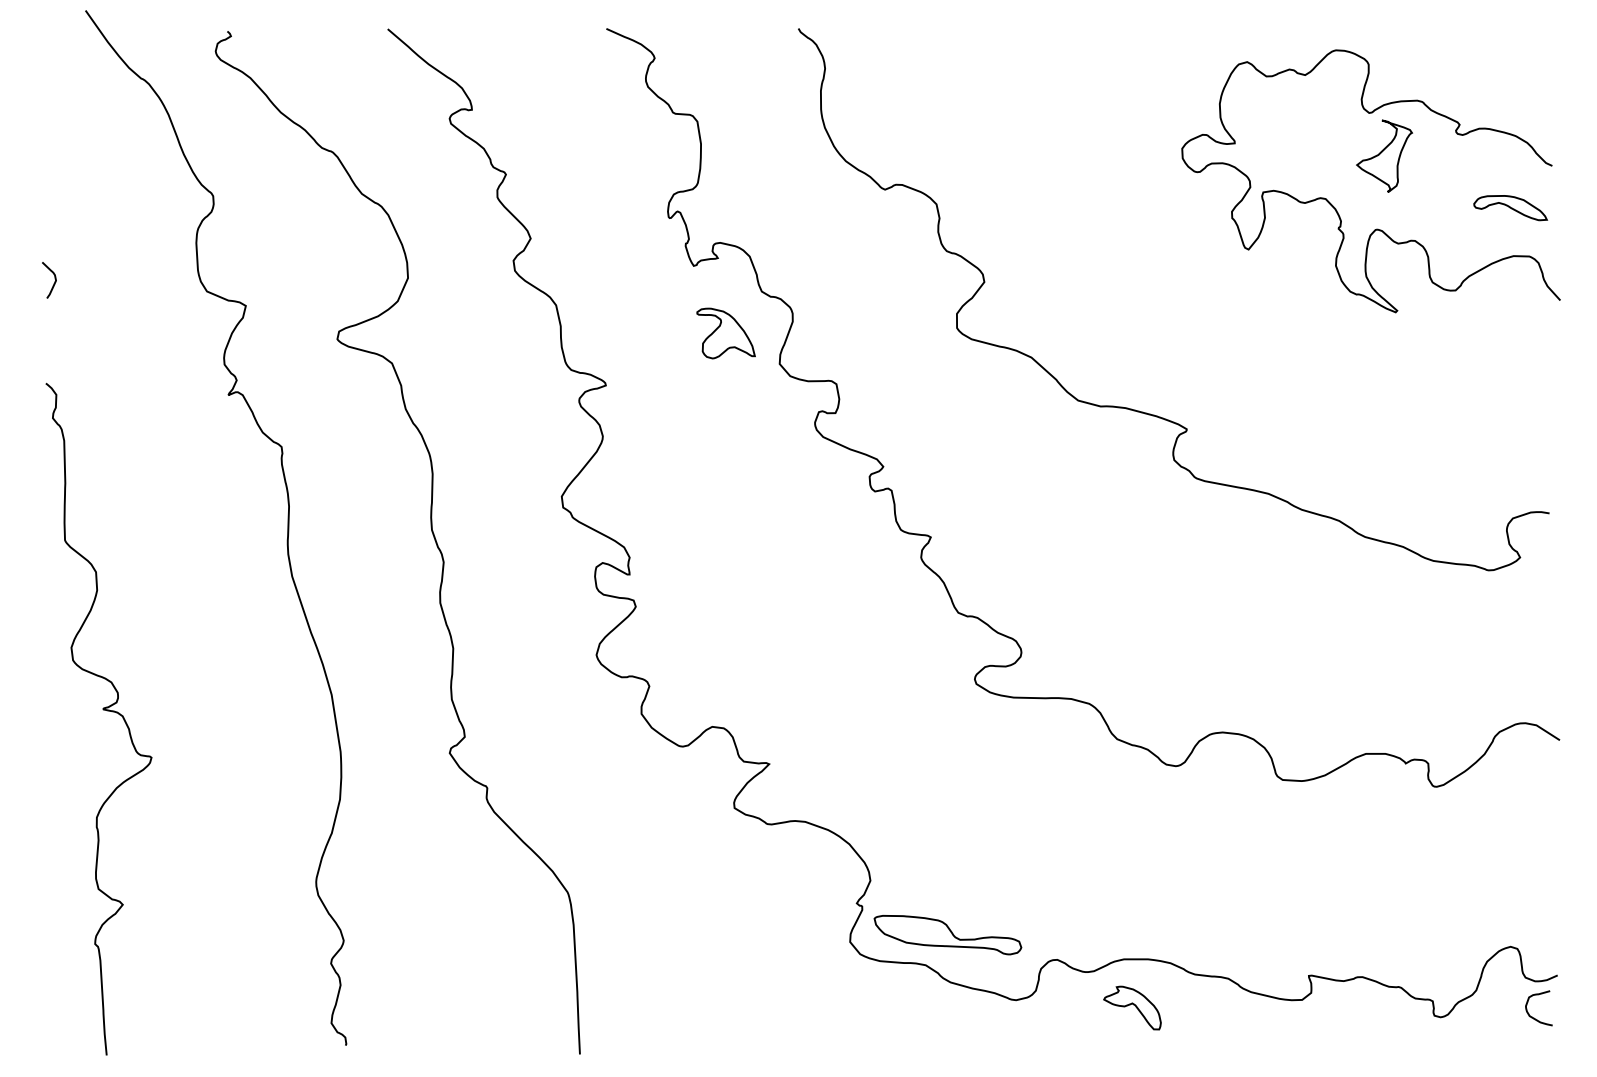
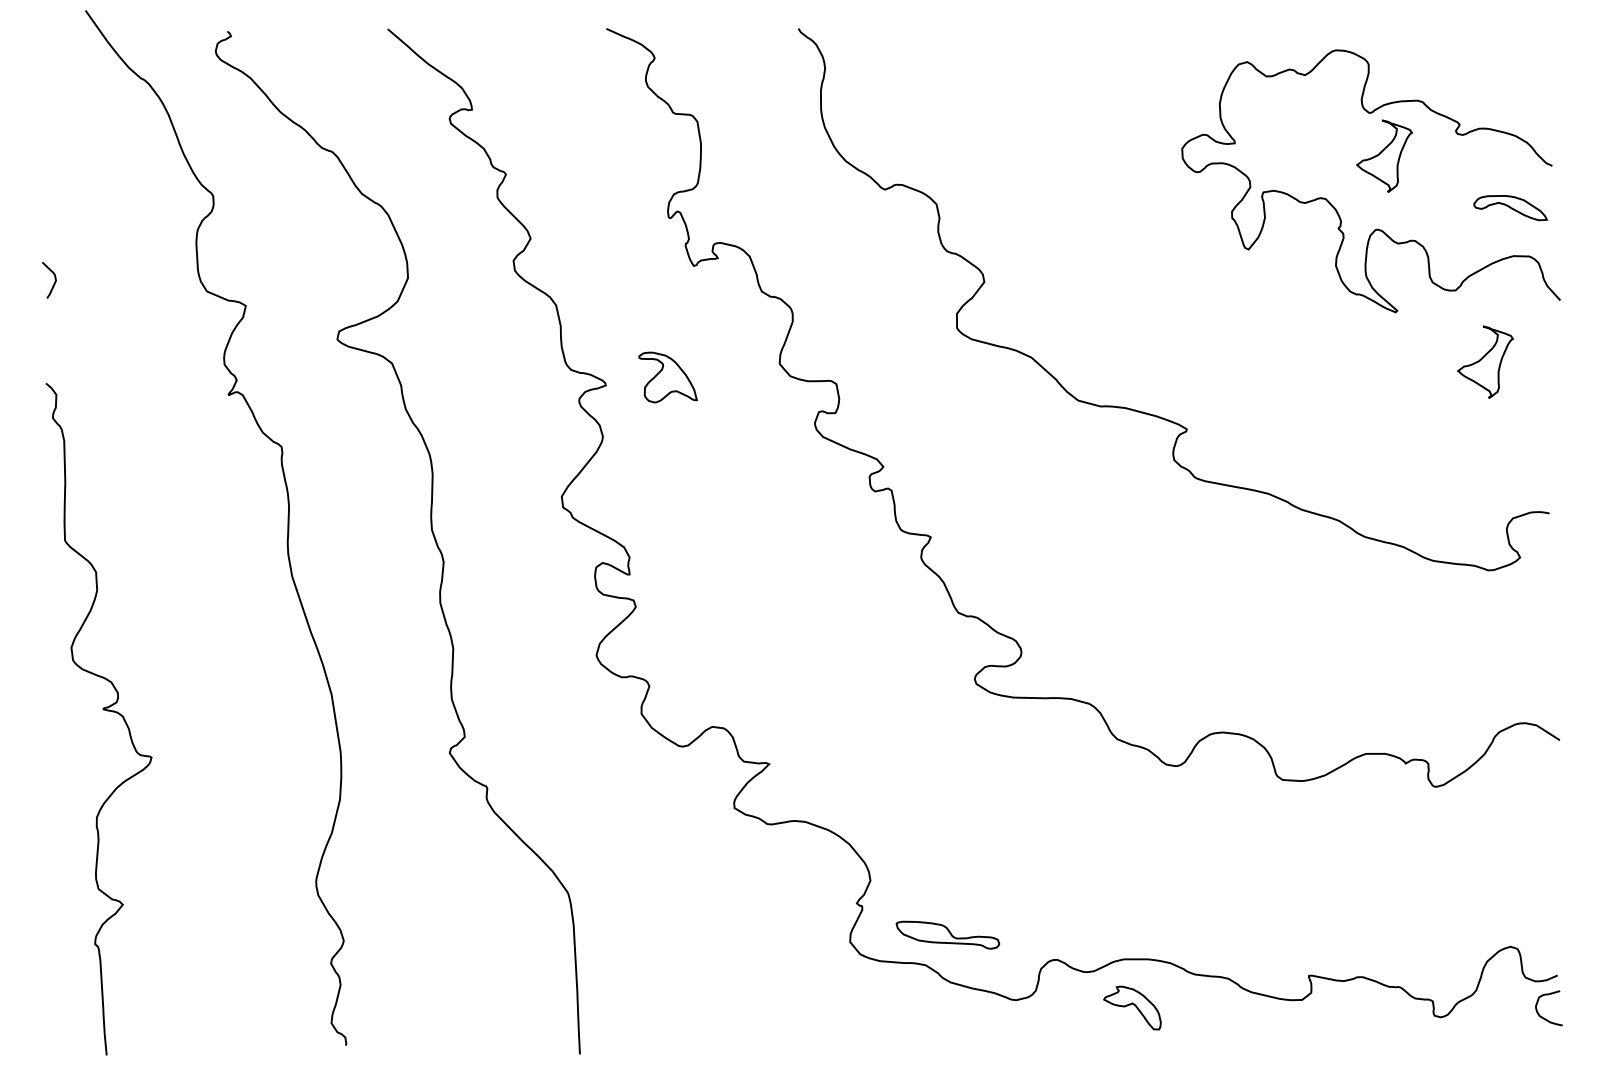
part at (725, 333) position: (725, 333) -> (667, 377)
part at (1485, 361): none -> present
part at (947, 935) size: 150x41 px -> 106x30 px
curve at (1534, 1017) position: (1534, 1017) -> (1544, 1017)
